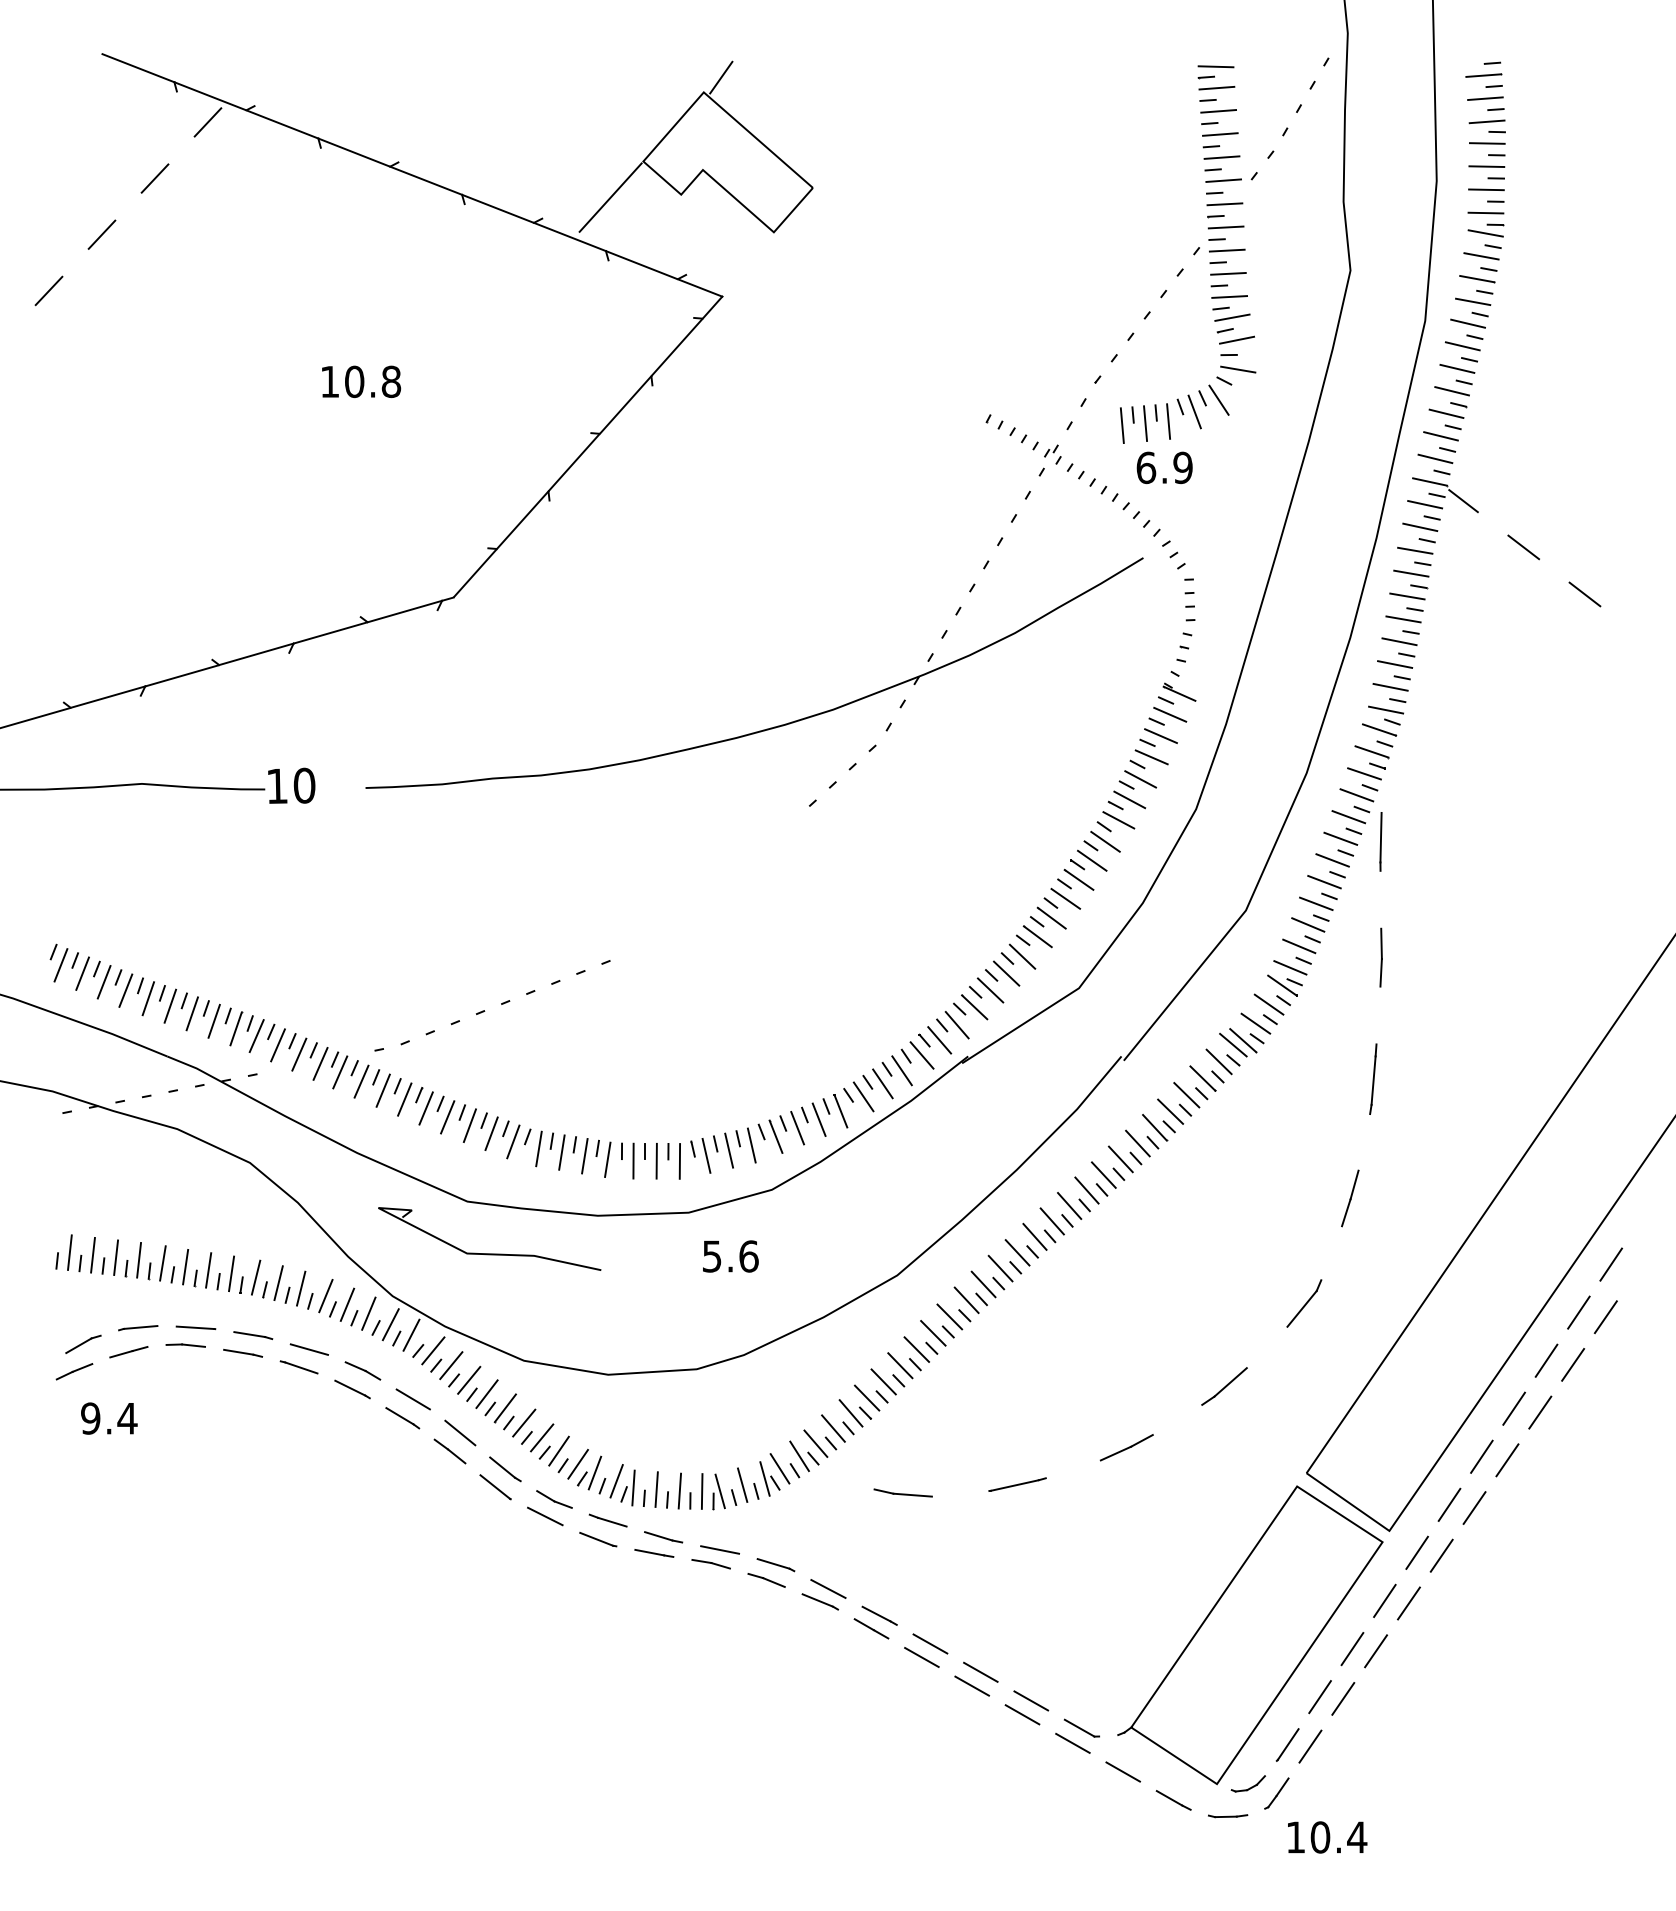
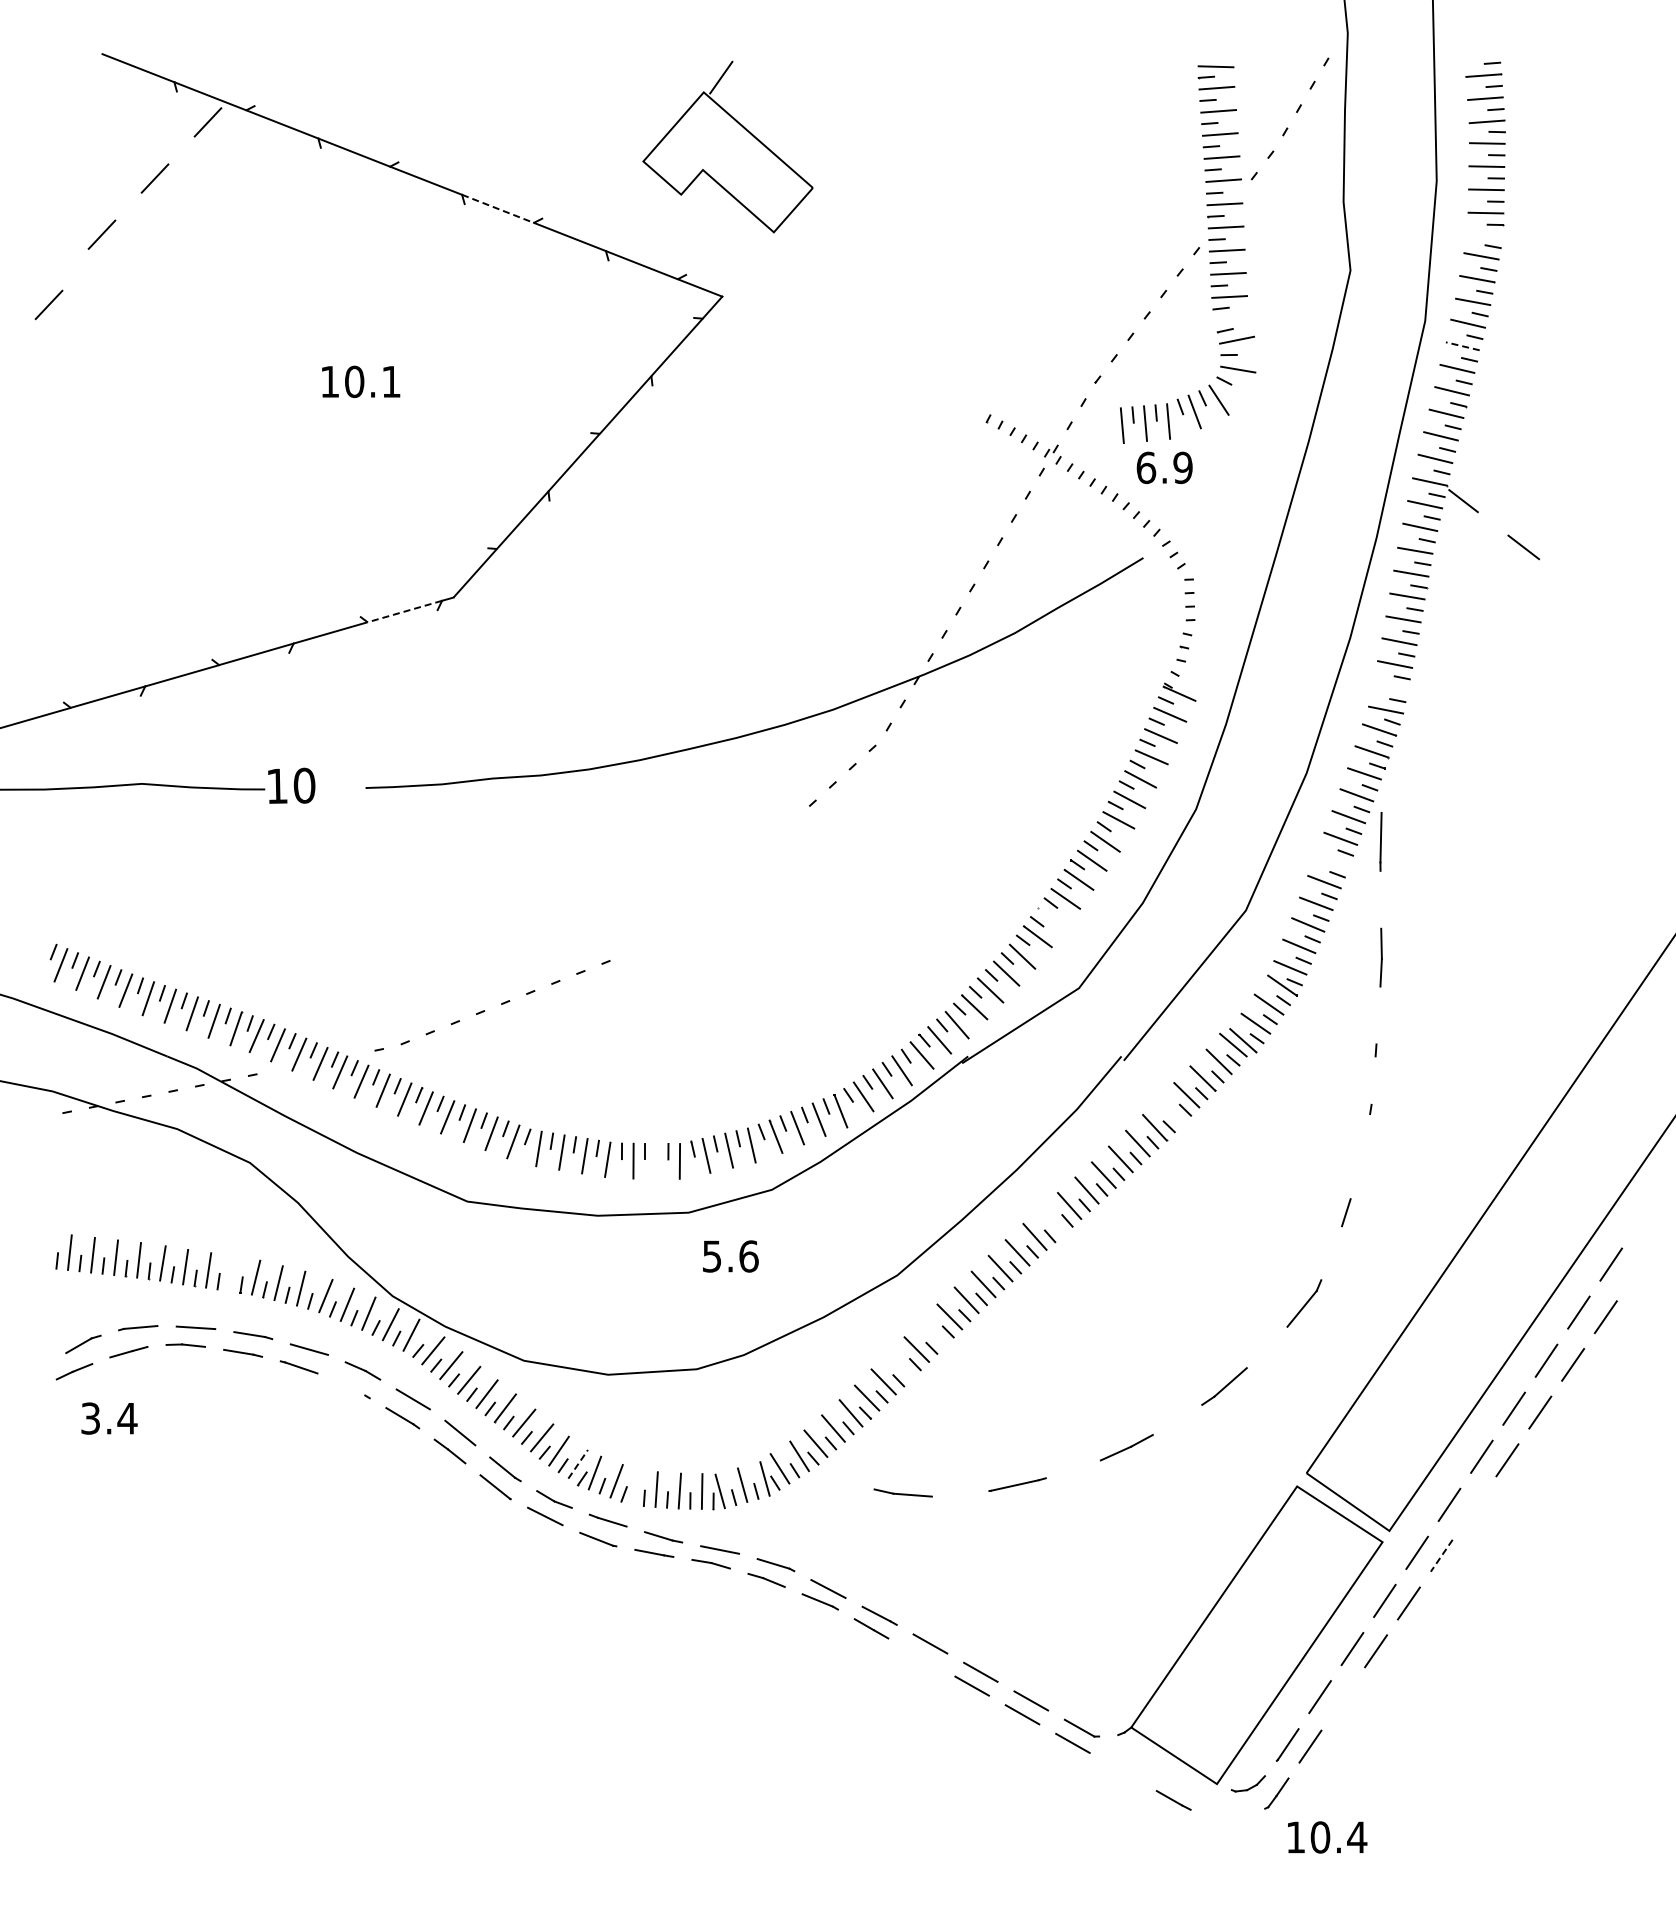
line at (610, 197): present -> none
line at (498, 209): solid -> dashed
line at (1485, 233): present -> none
line at (48, 290) position: (48, 290) -> (48, 304)
line at (1232, 317): present -> none
line at (1462, 346): solid -> dashed
text at (391, 381): 10.8 -> 10.1
line at (1584, 594): present -> none
line at (404, 611): solid -> dashed
line at (1390, 687): present -> none
line at (1332, 860): present -> none
line at (1051, 917): present -> none
line at (1373, 1080): present -> none
line at (1170, 1111): present -> none
line at (656, 1160): present -> none
line at (1354, 1184): present -> none
line at (1051, 1221): present -> none
curve at (489, 1253): present -> none
line at (231, 1273): present -> none
line at (933, 1333): present -> none
line at (900, 1365): present -> none
line at (350, 1387): present -> none
text at (90, 1418): 9.4 -> 3.4
line at (578, 1463): solid -> dashed
line at (633, 1487): present -> none
line at (1474, 1507): present -> none
line at (1441, 1556): solid -> dashed
line at (921, 1657): present -> none
line at (1343, 1698): present -> none
line at (1122, 1771): present -> none
part at (1228, 1816): present -> none
